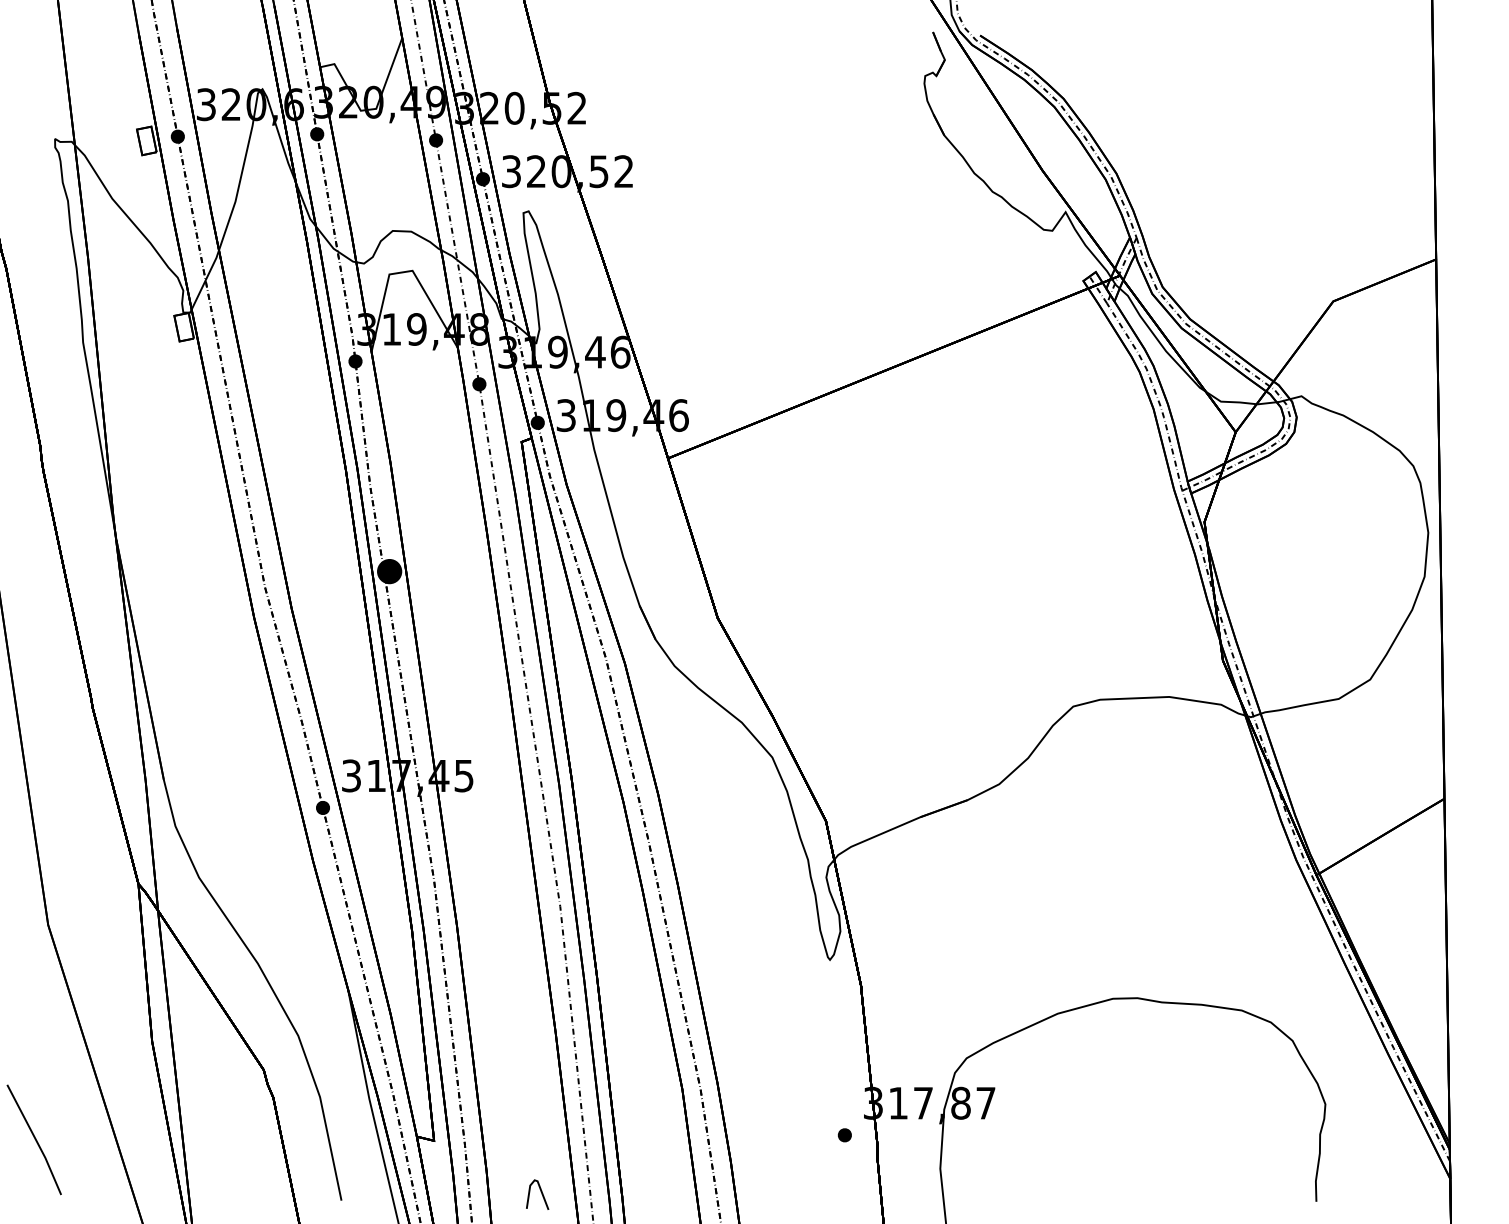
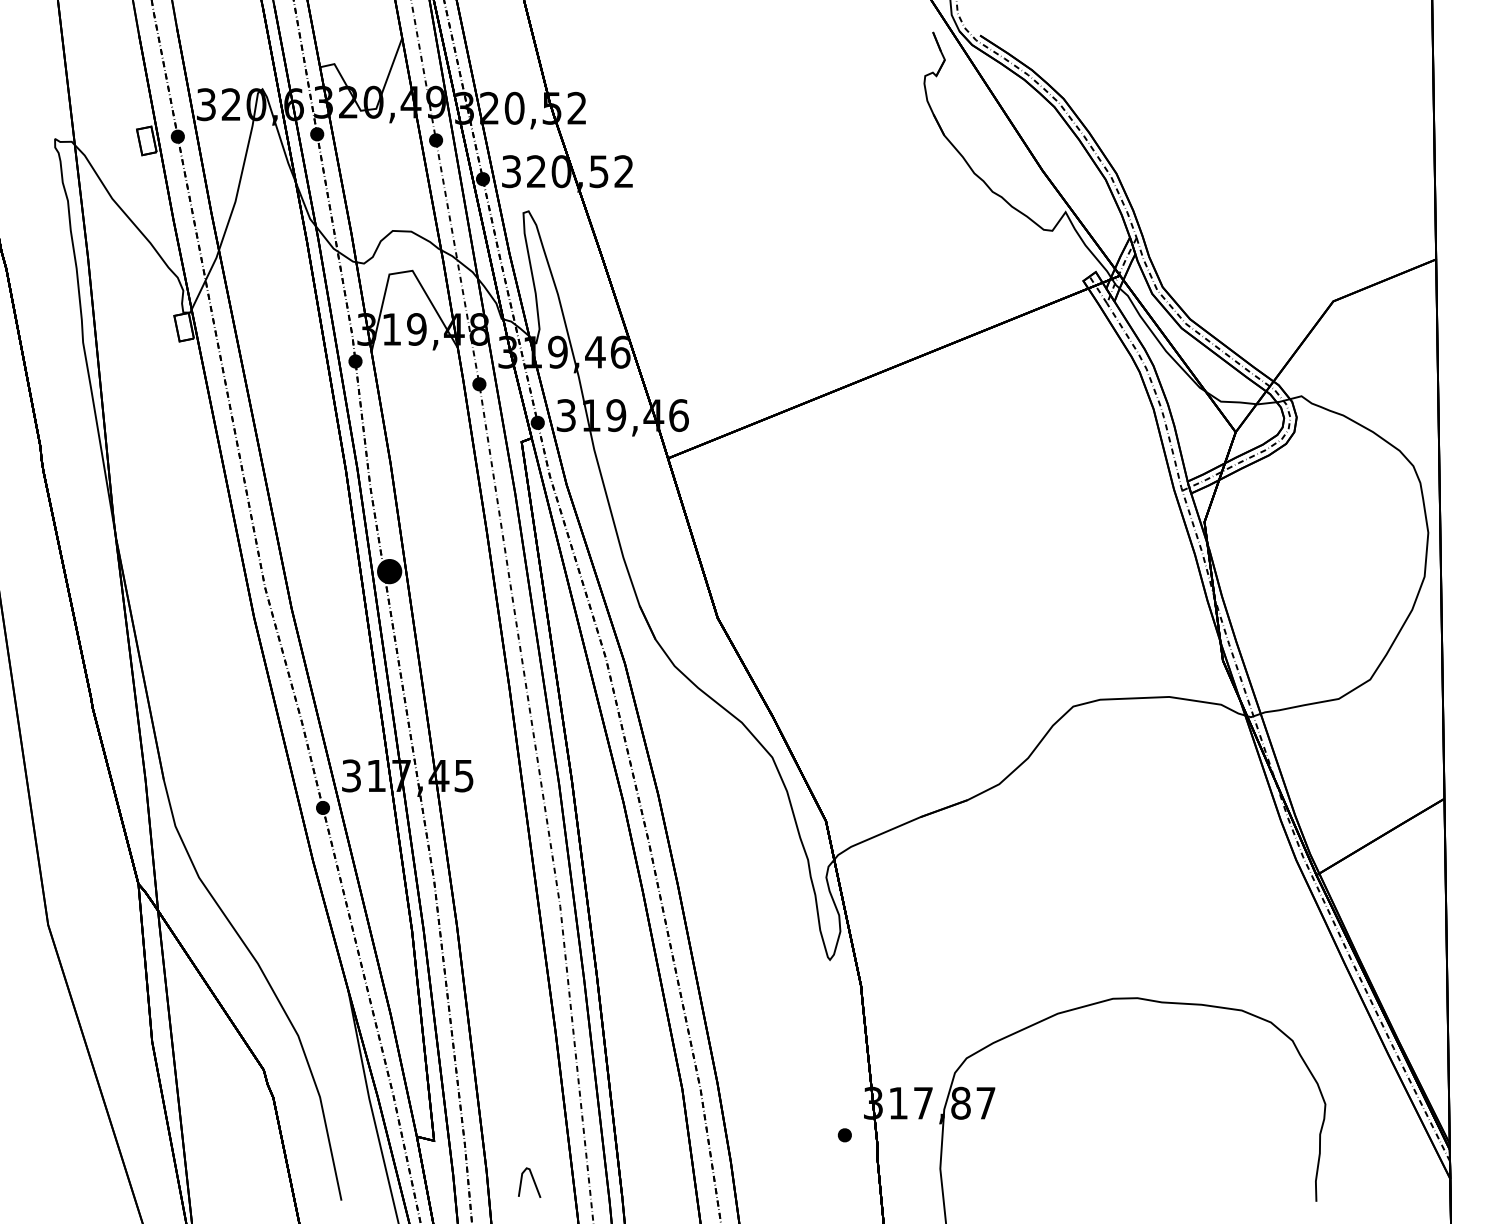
line at (34, 1139): present -> none
line at (541, 1194) position: (541, 1194) -> (533, 1182)
